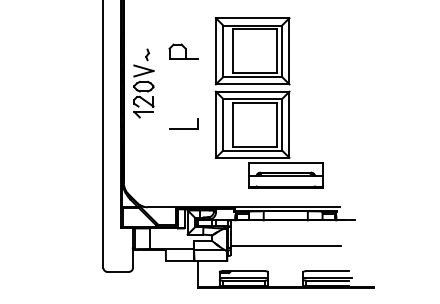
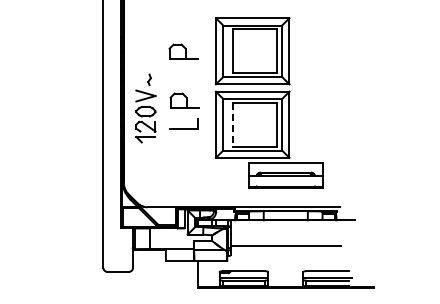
part at (143, 83) position: (143, 83) -> (145, 108)
part at (184, 100): none -> present
line at (232, 125): solid -> dashed
